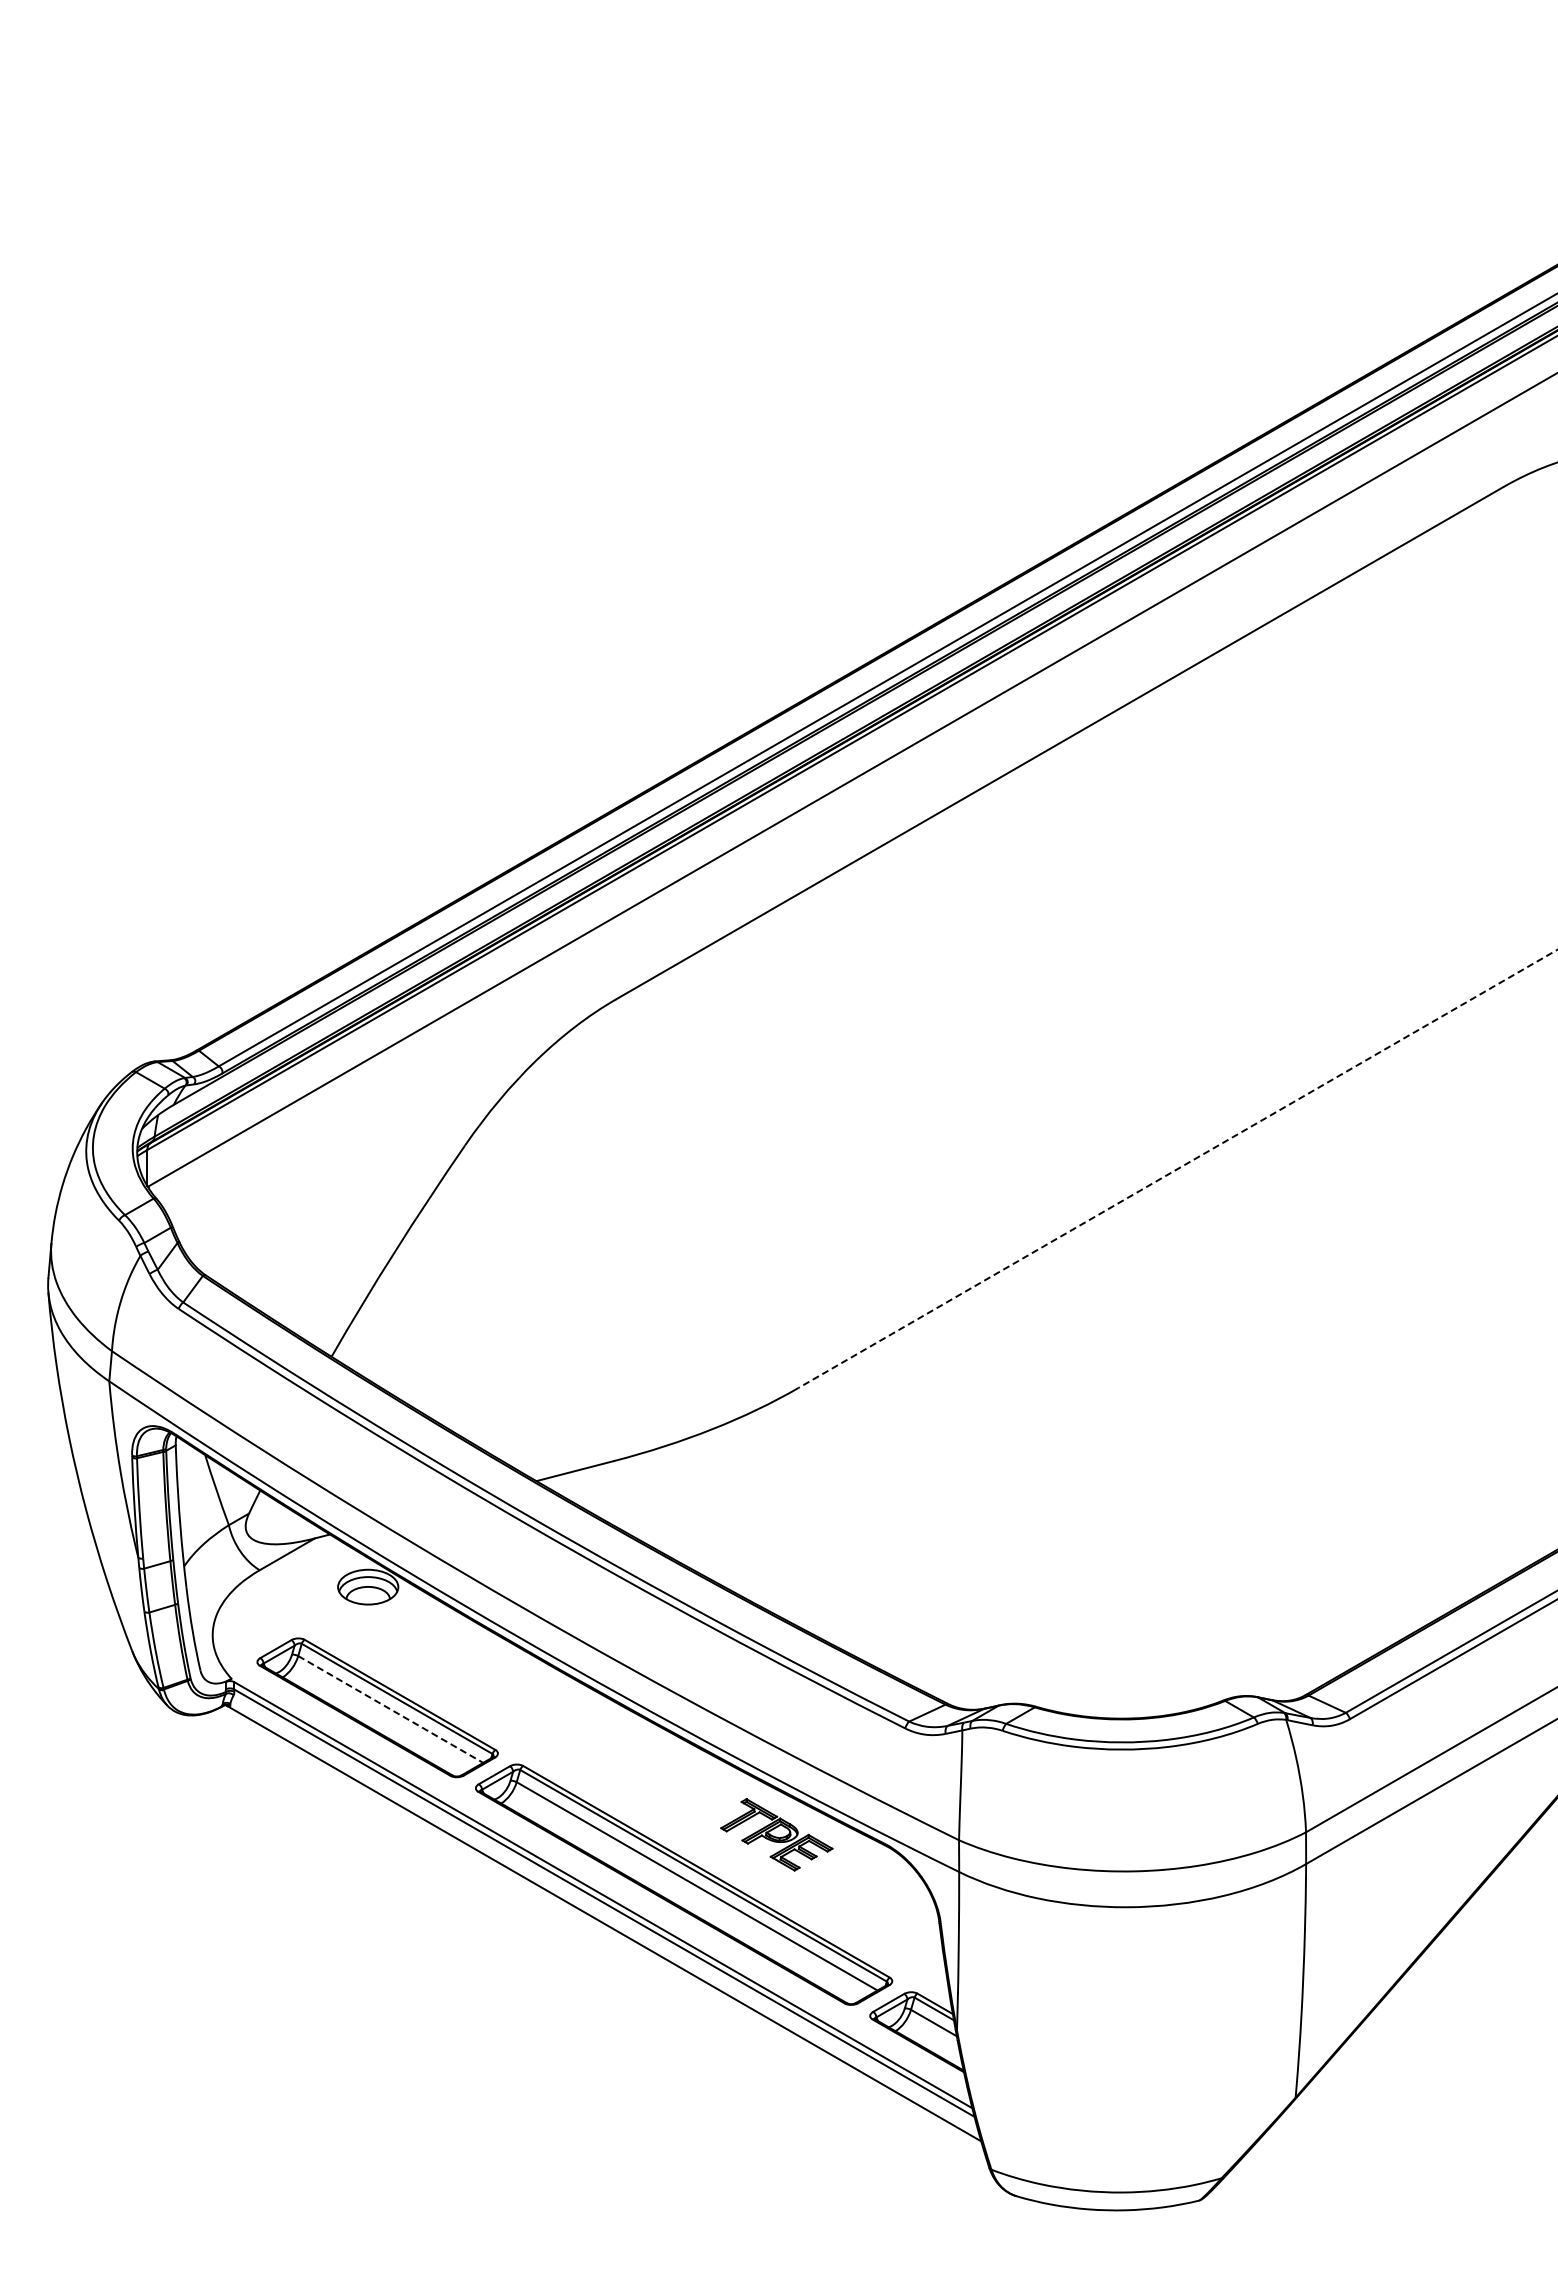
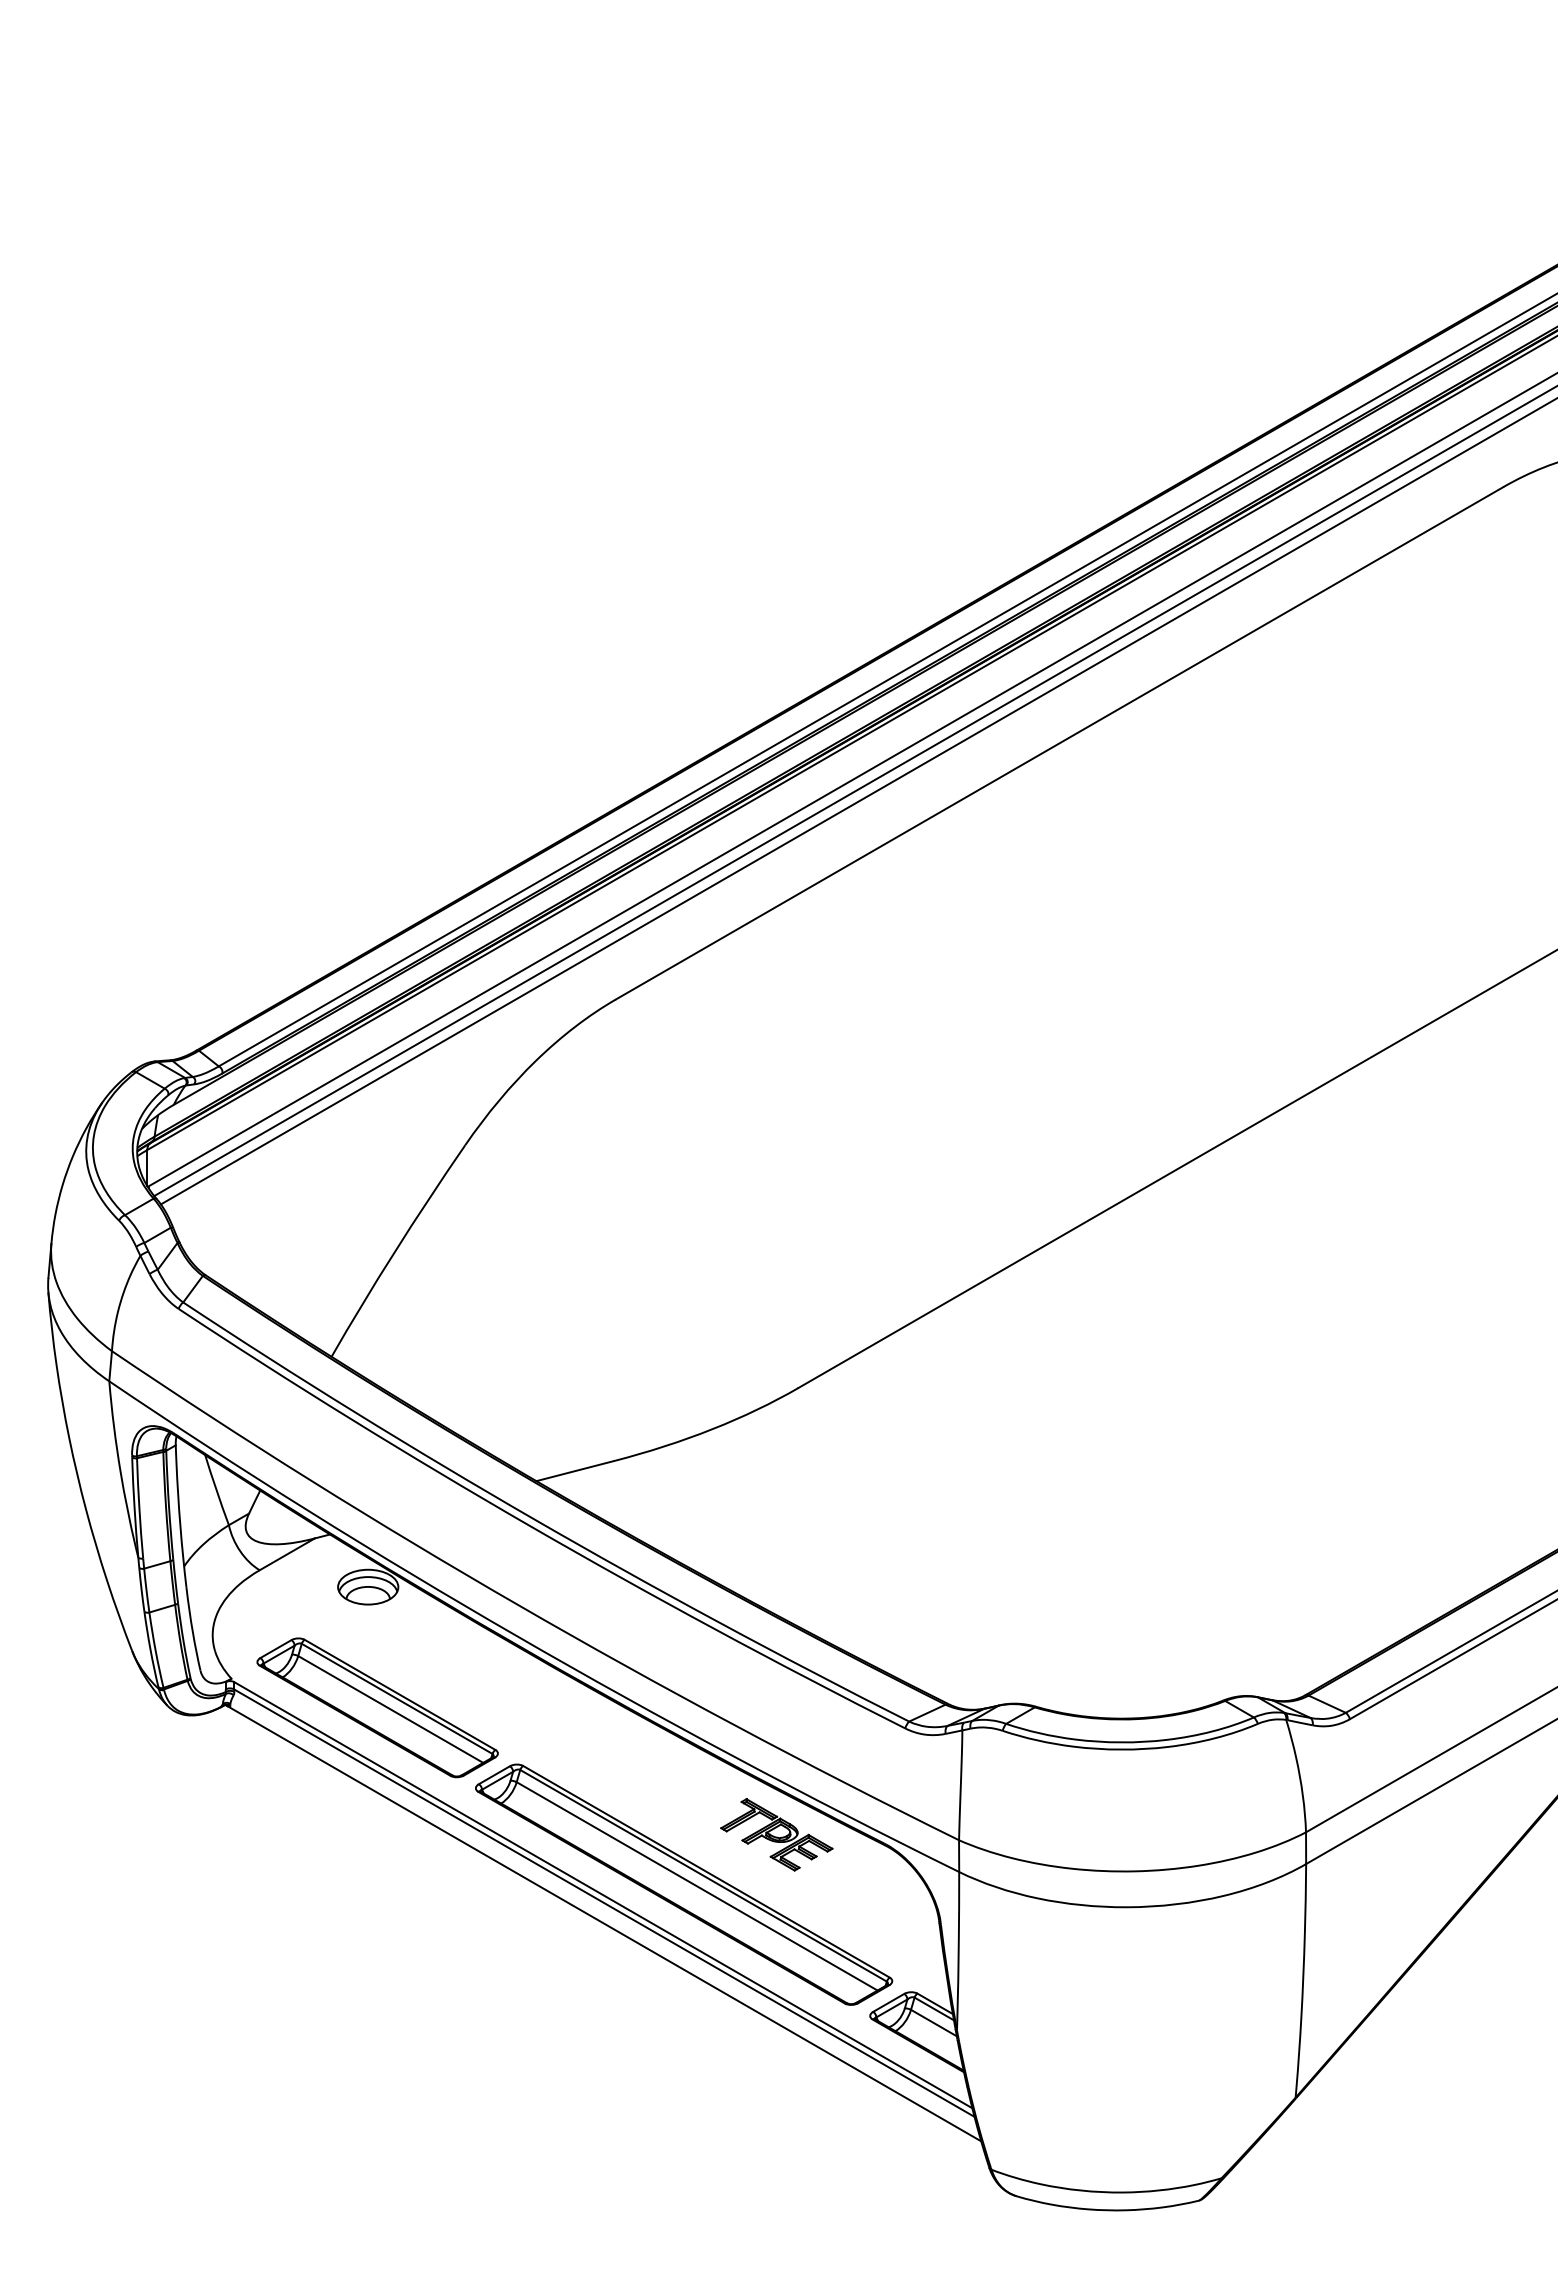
line at (854, 791): none -> present
line at (857, 802): none -> present
line at (1177, 1169): dashed -> solid
line at (390, 1709): dashed -> solid
